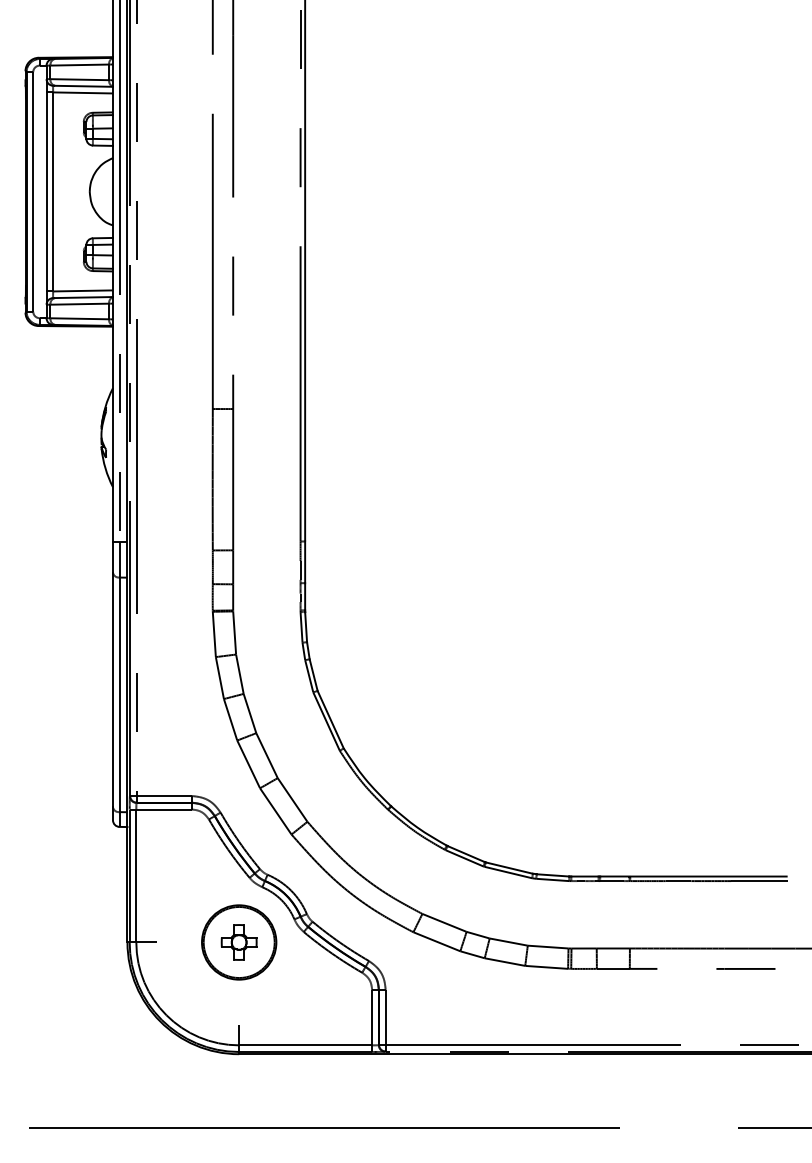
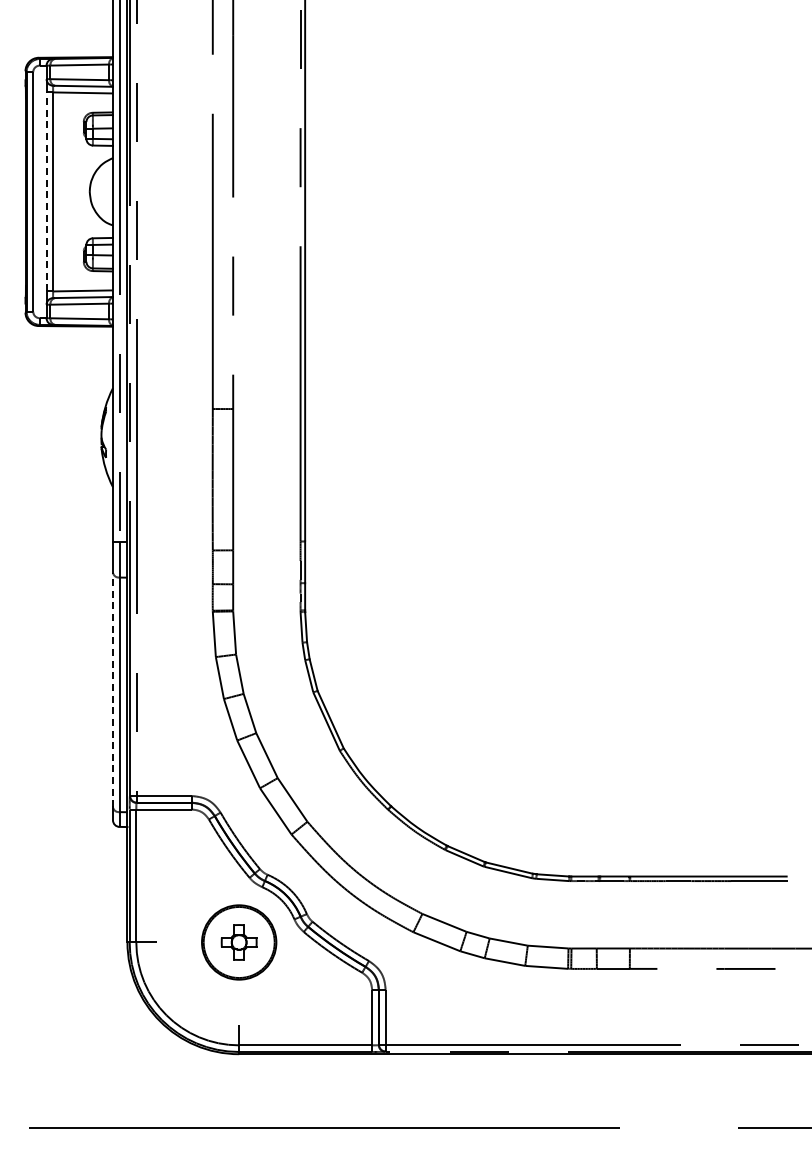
line at (46, 191): solid -> dashed
line at (113, 689): solid -> dashed
